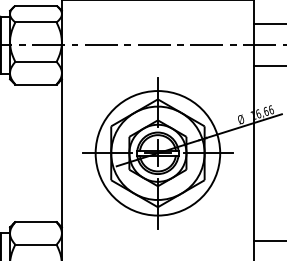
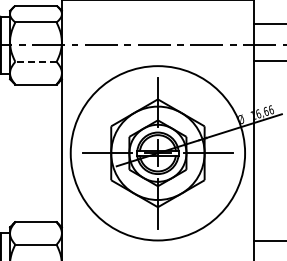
line at (35, 61): solid -> dashed
line at (268, 65) position: (268, 65) -> (268, 60)
circle at (157, 153) diameter: 125 px -> 174 px
